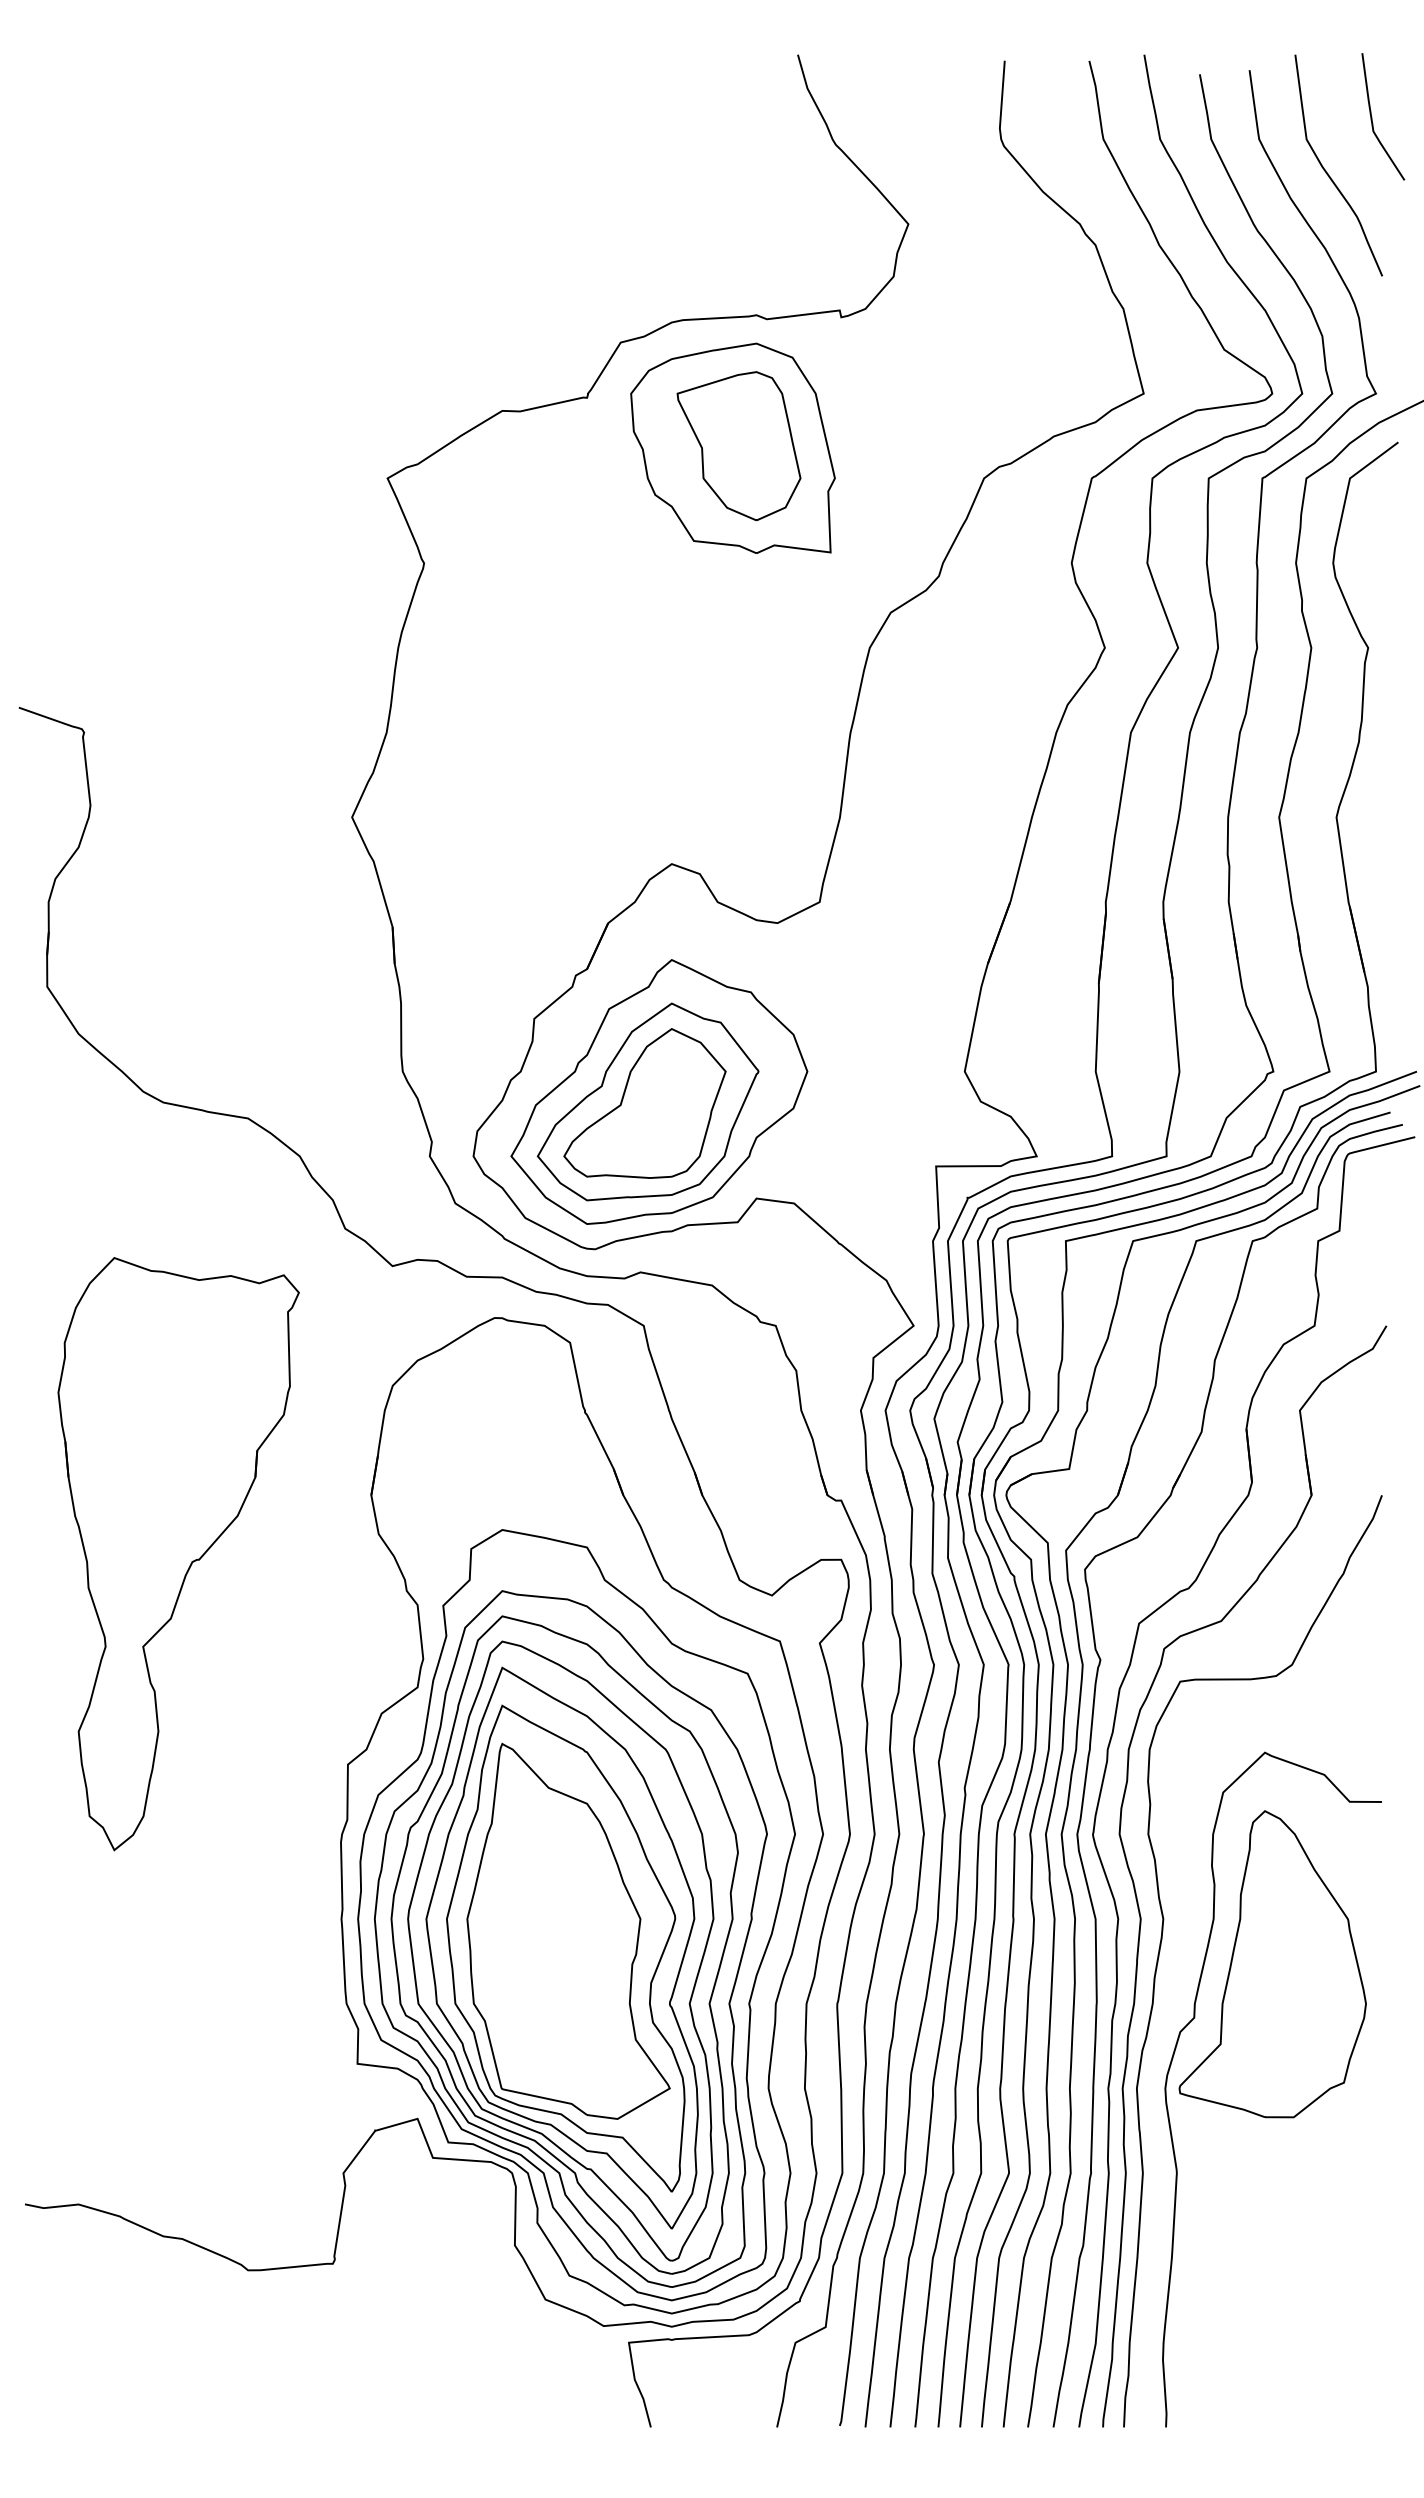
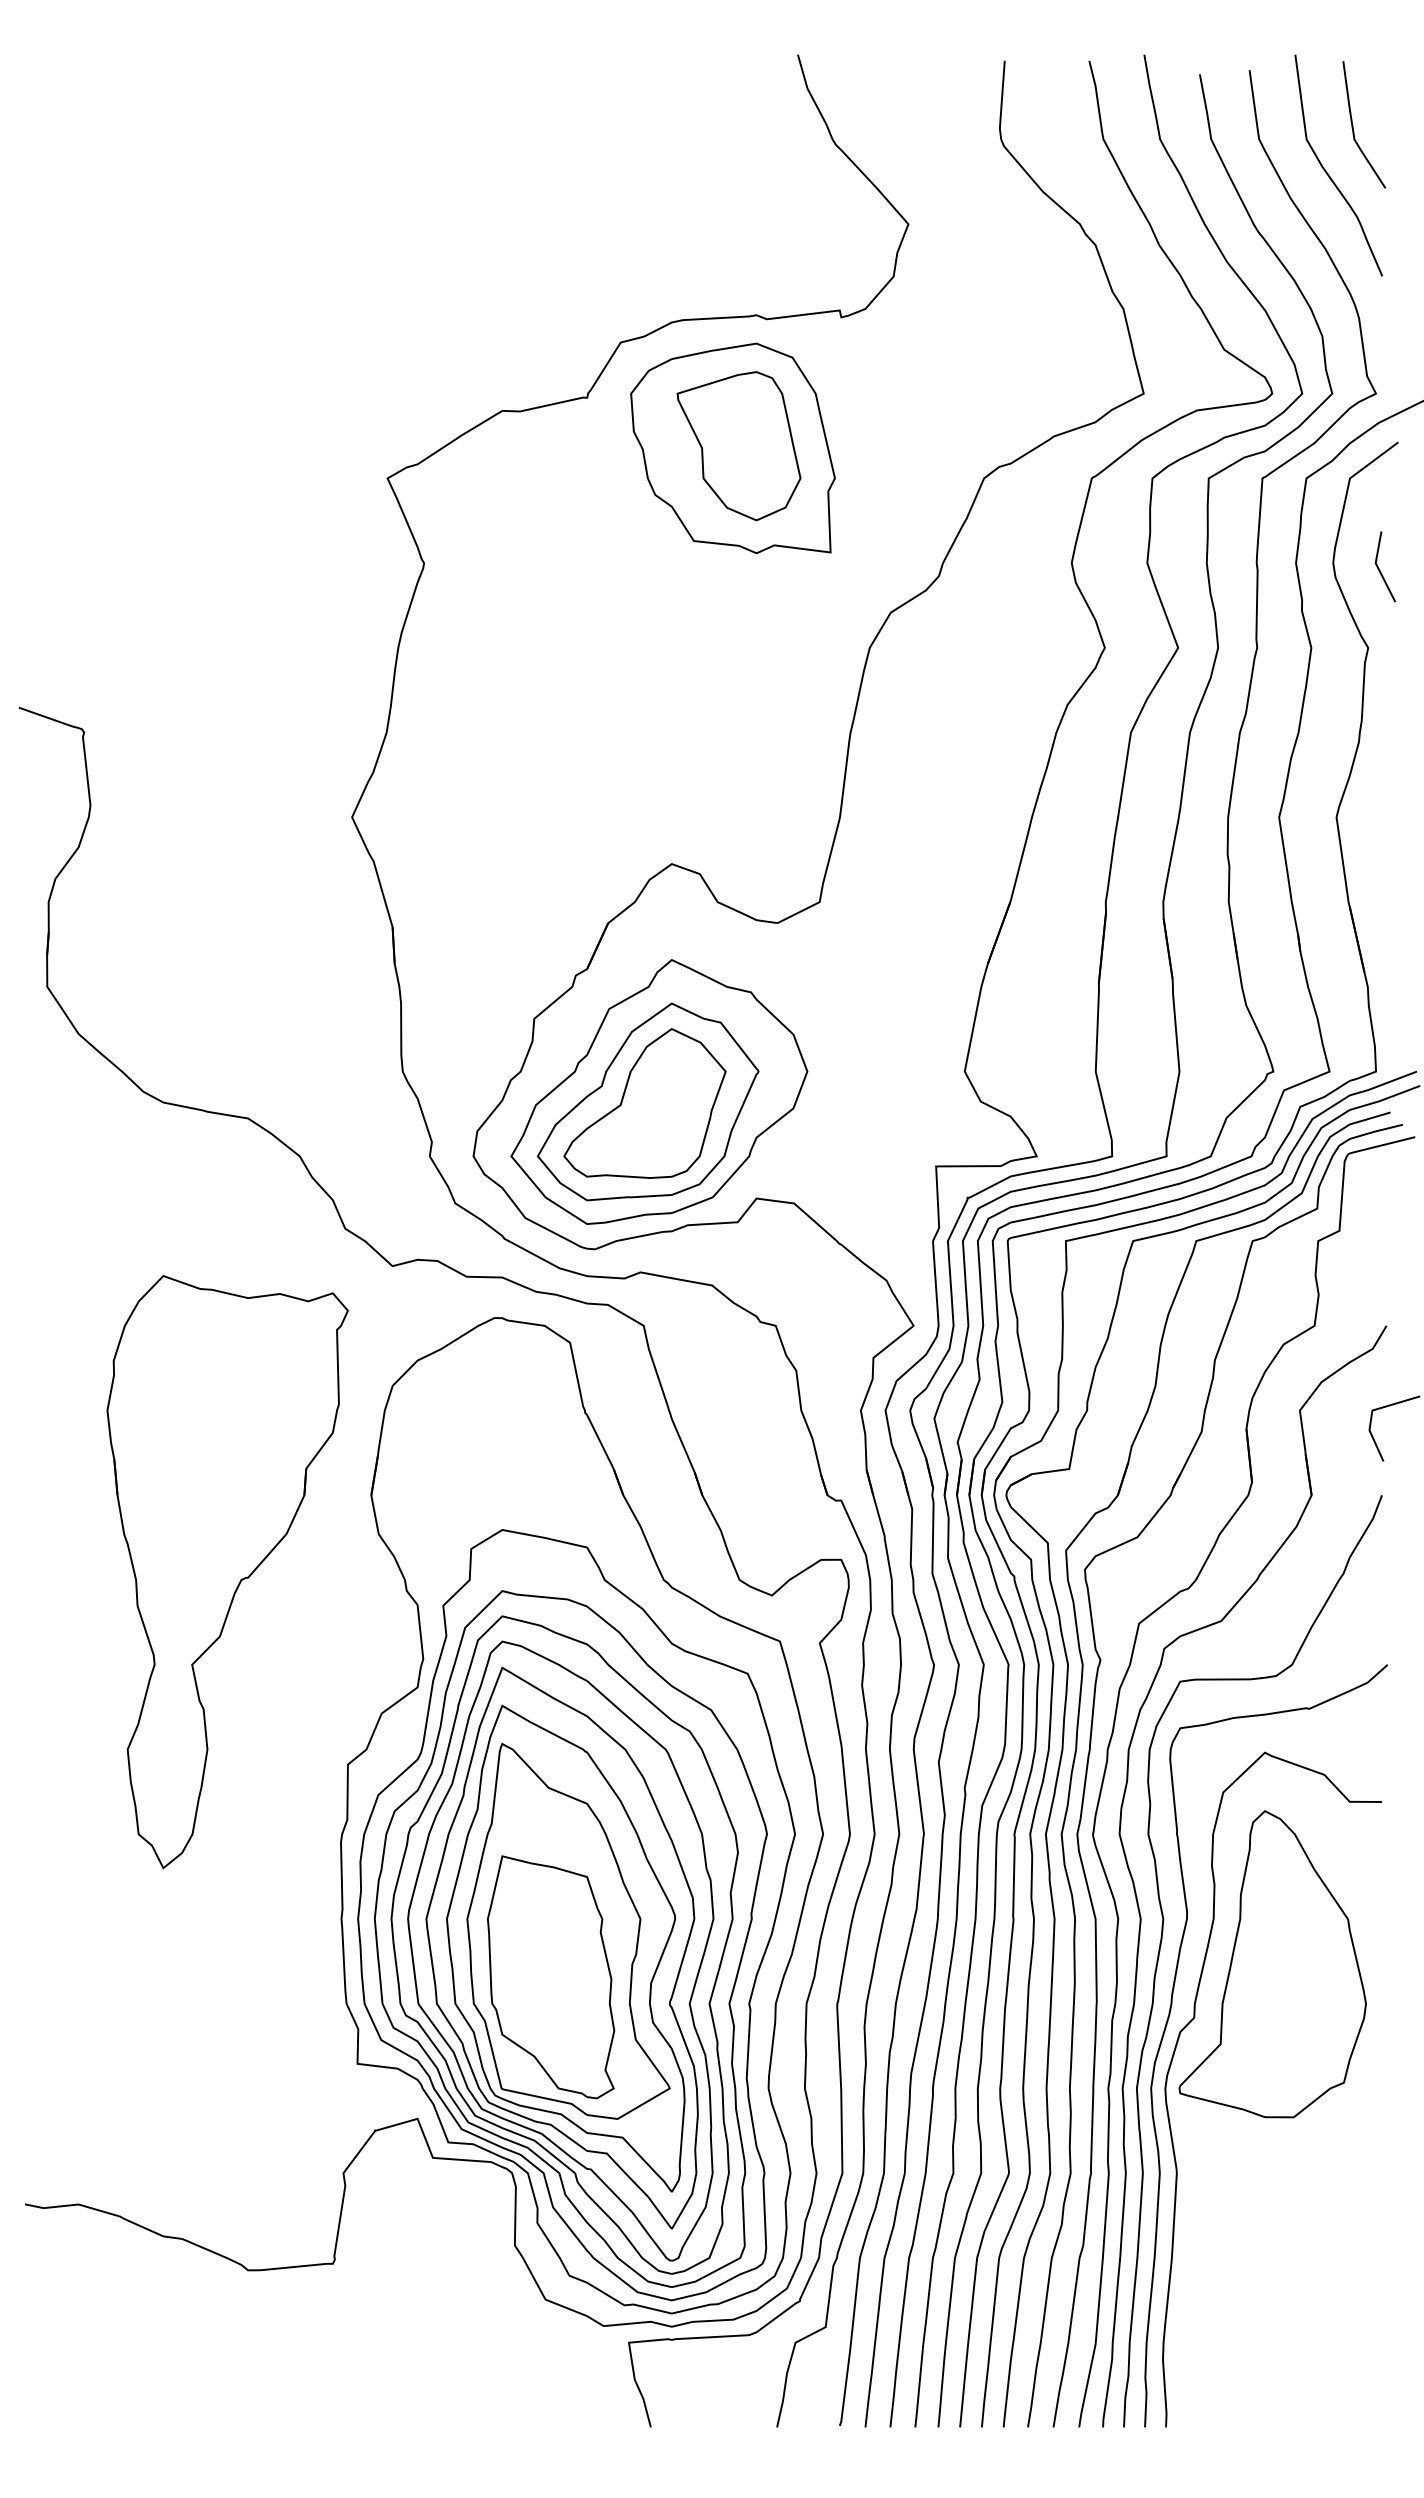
curve at (1372, 116) position: (1372, 116) -> (1353, 124)
line at (1379, 568): none -> present
line at (1390, 1406): none -> present
part at (178, 1554) position: (178, 1554) -> (227, 1572)
part at (551, 1977): none -> present
curve at (1169, 2018): none -> present
